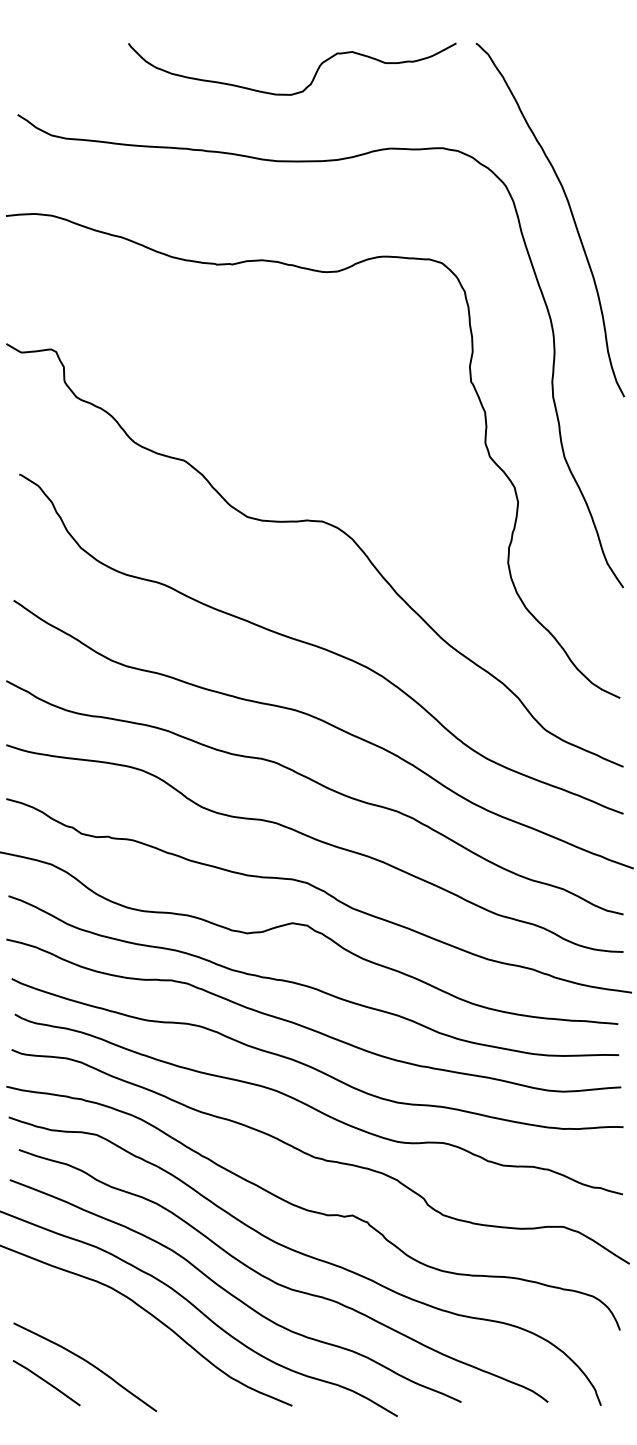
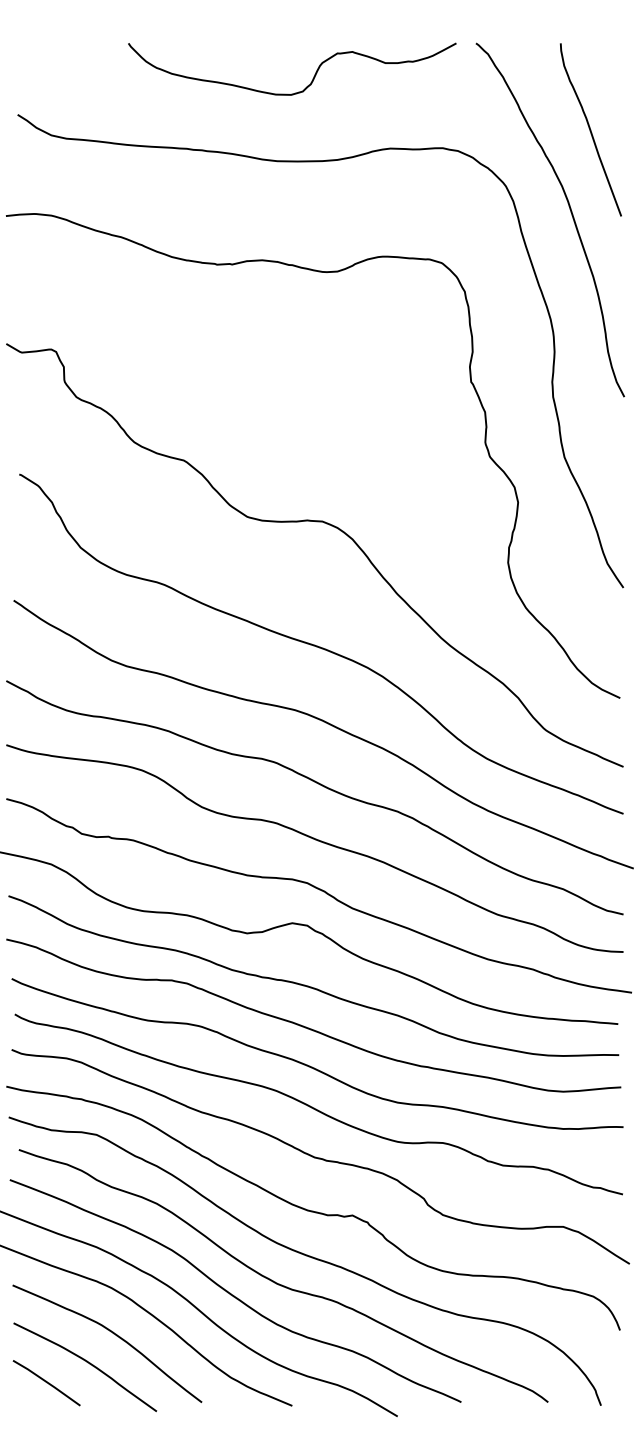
curve at (590, 129): none -> present
curve at (113, 1334): none -> present
